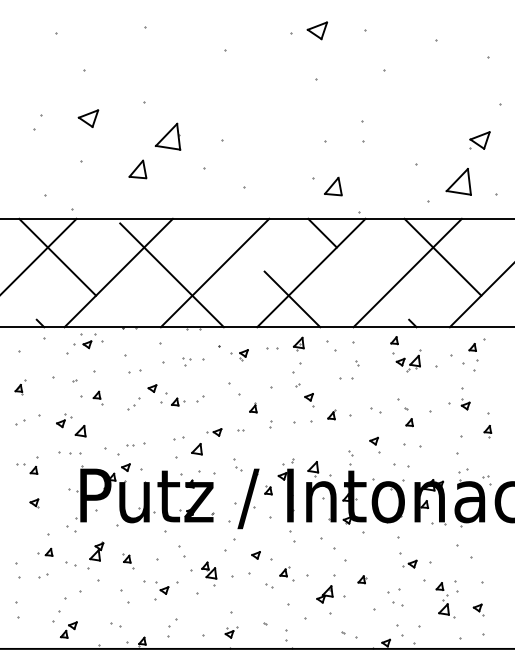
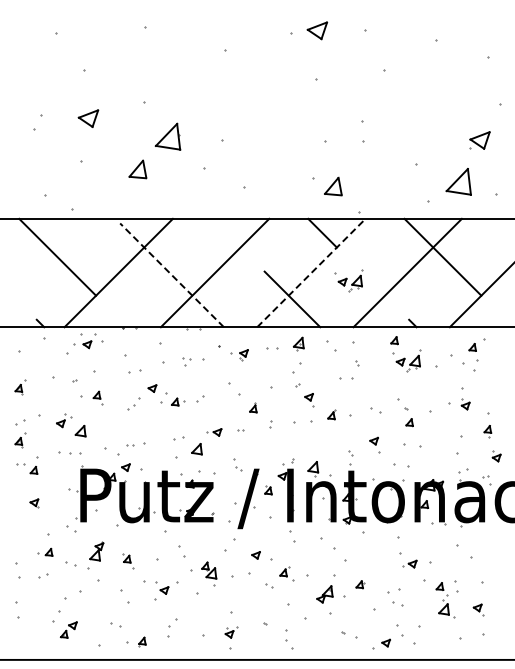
line at (39, 255): present -> none
line at (311, 273): solid -> dashed
line at (171, 274): solid -> dashed
part at (348, 280): none -> present
part at (20, 440): none -> present
part at (496, 456): none -> present
part at (362, 579) position: (362, 579) -> (360, 584)
line at (256, 648) position: (256, 648) -> (256, 659)
